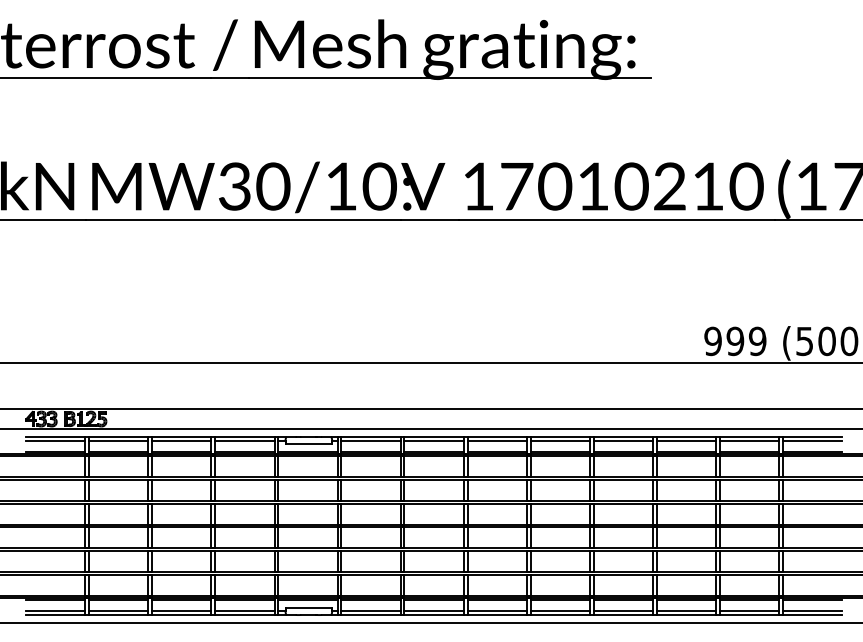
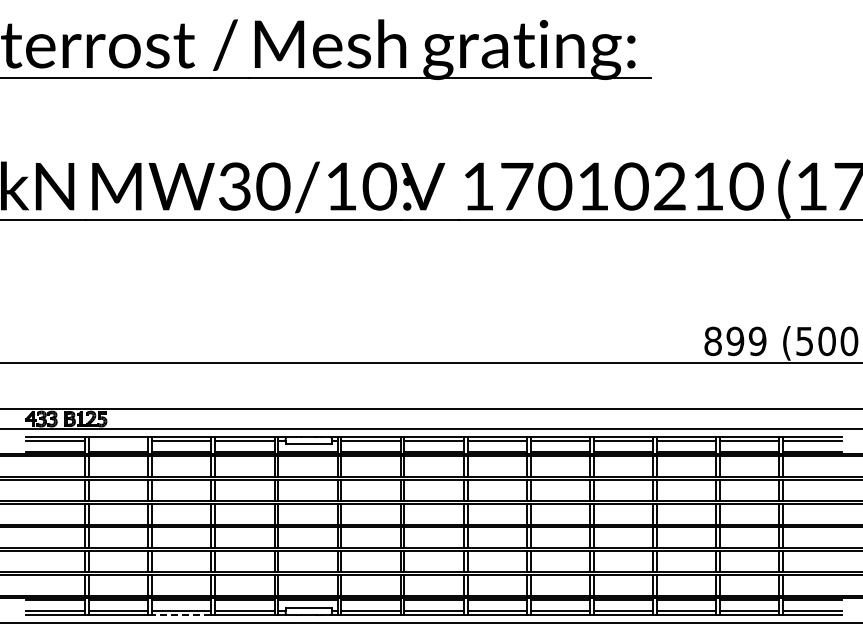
text at (712, 341): 999 -> 899
line at (118, 440): present -> none
line at (181, 615): solid -> dashed
